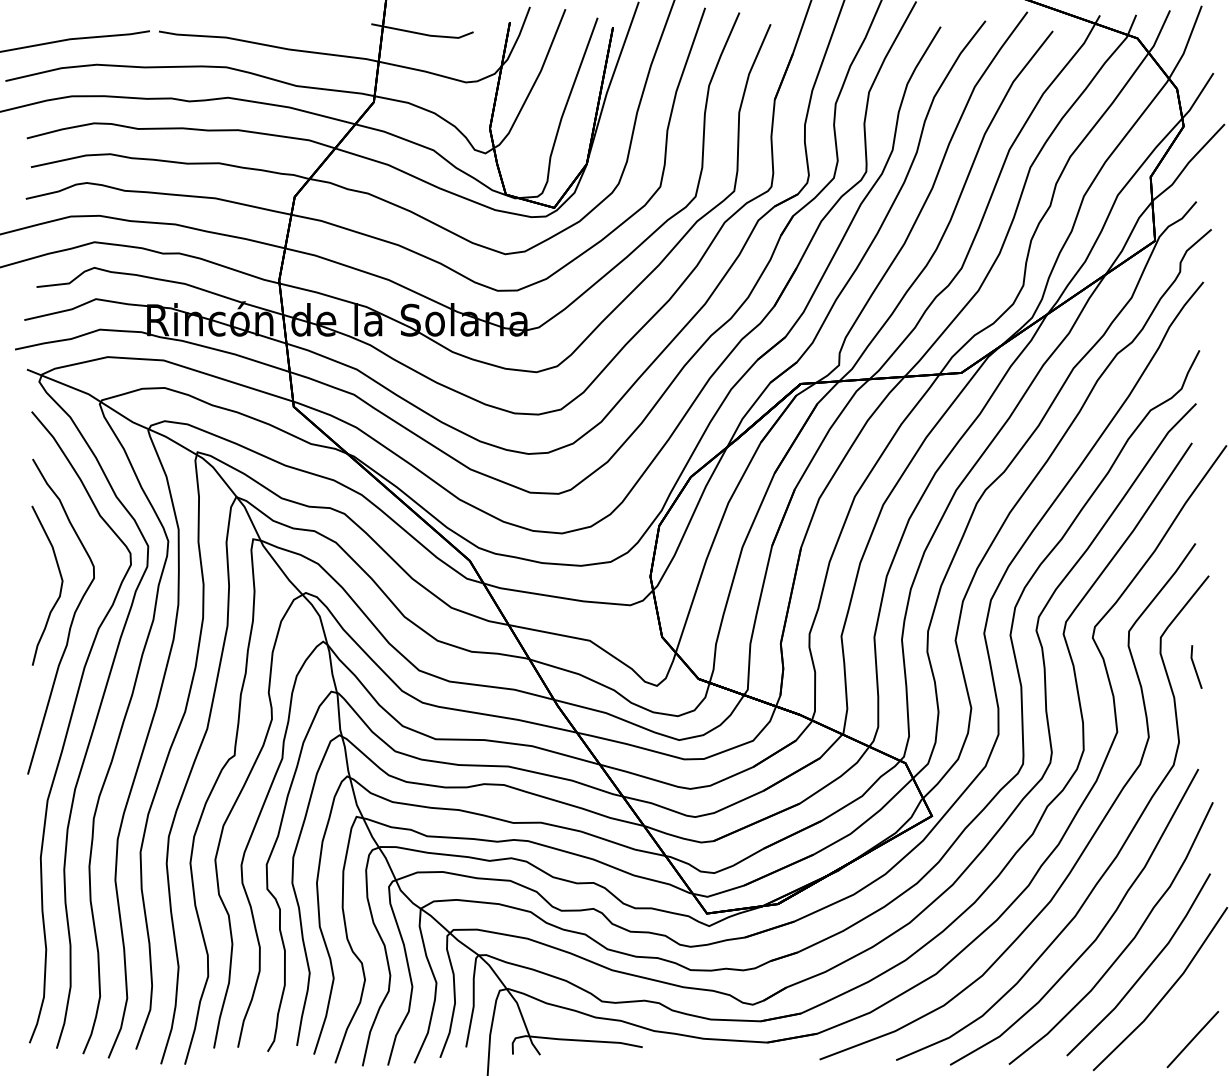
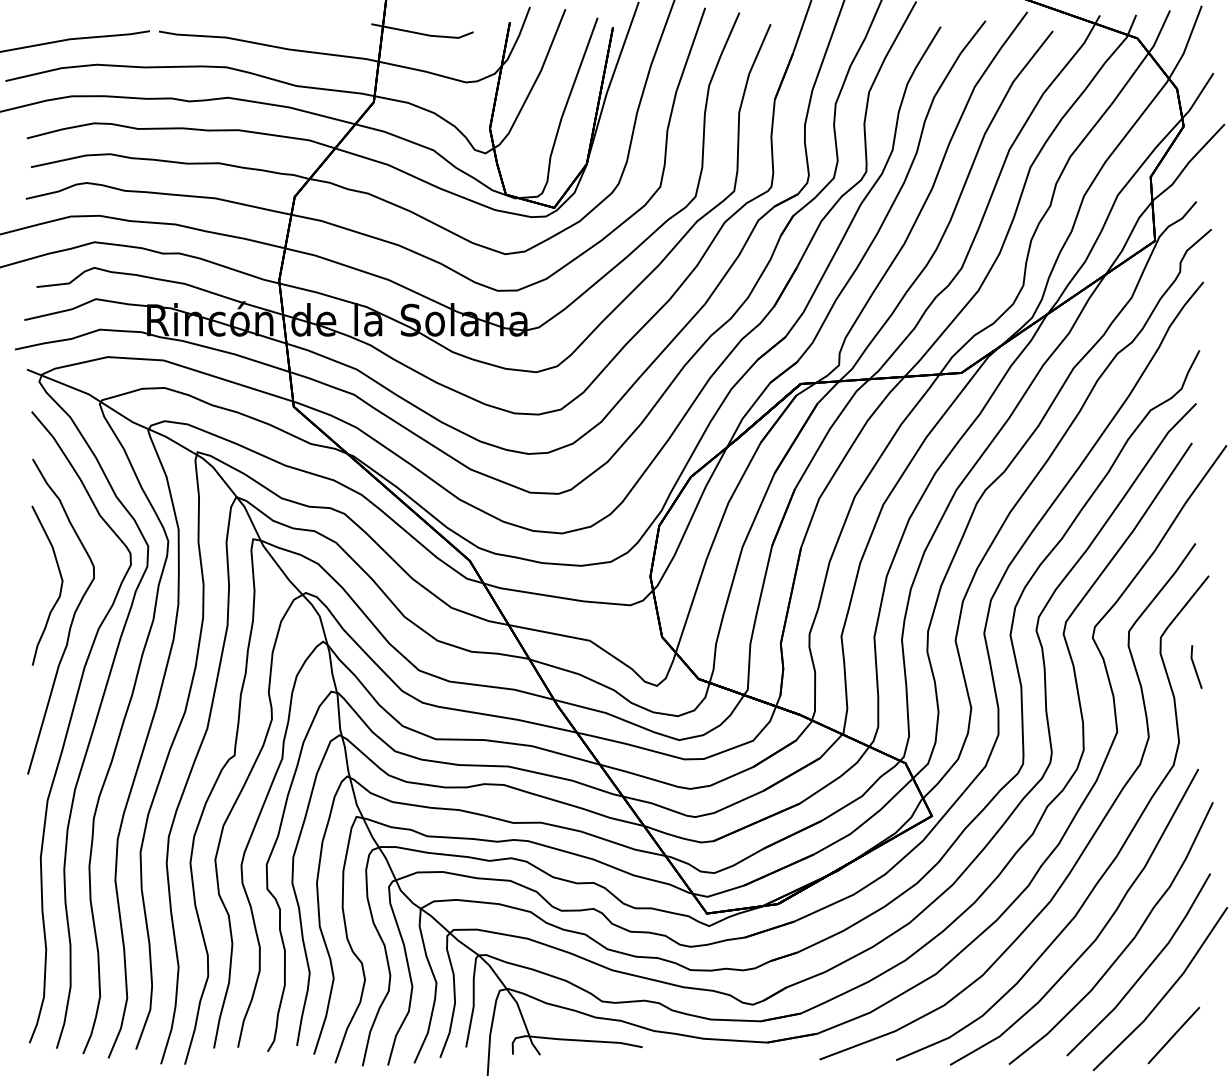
line at (1192, 1039) position: (1192, 1039) -> (1173, 1035)
